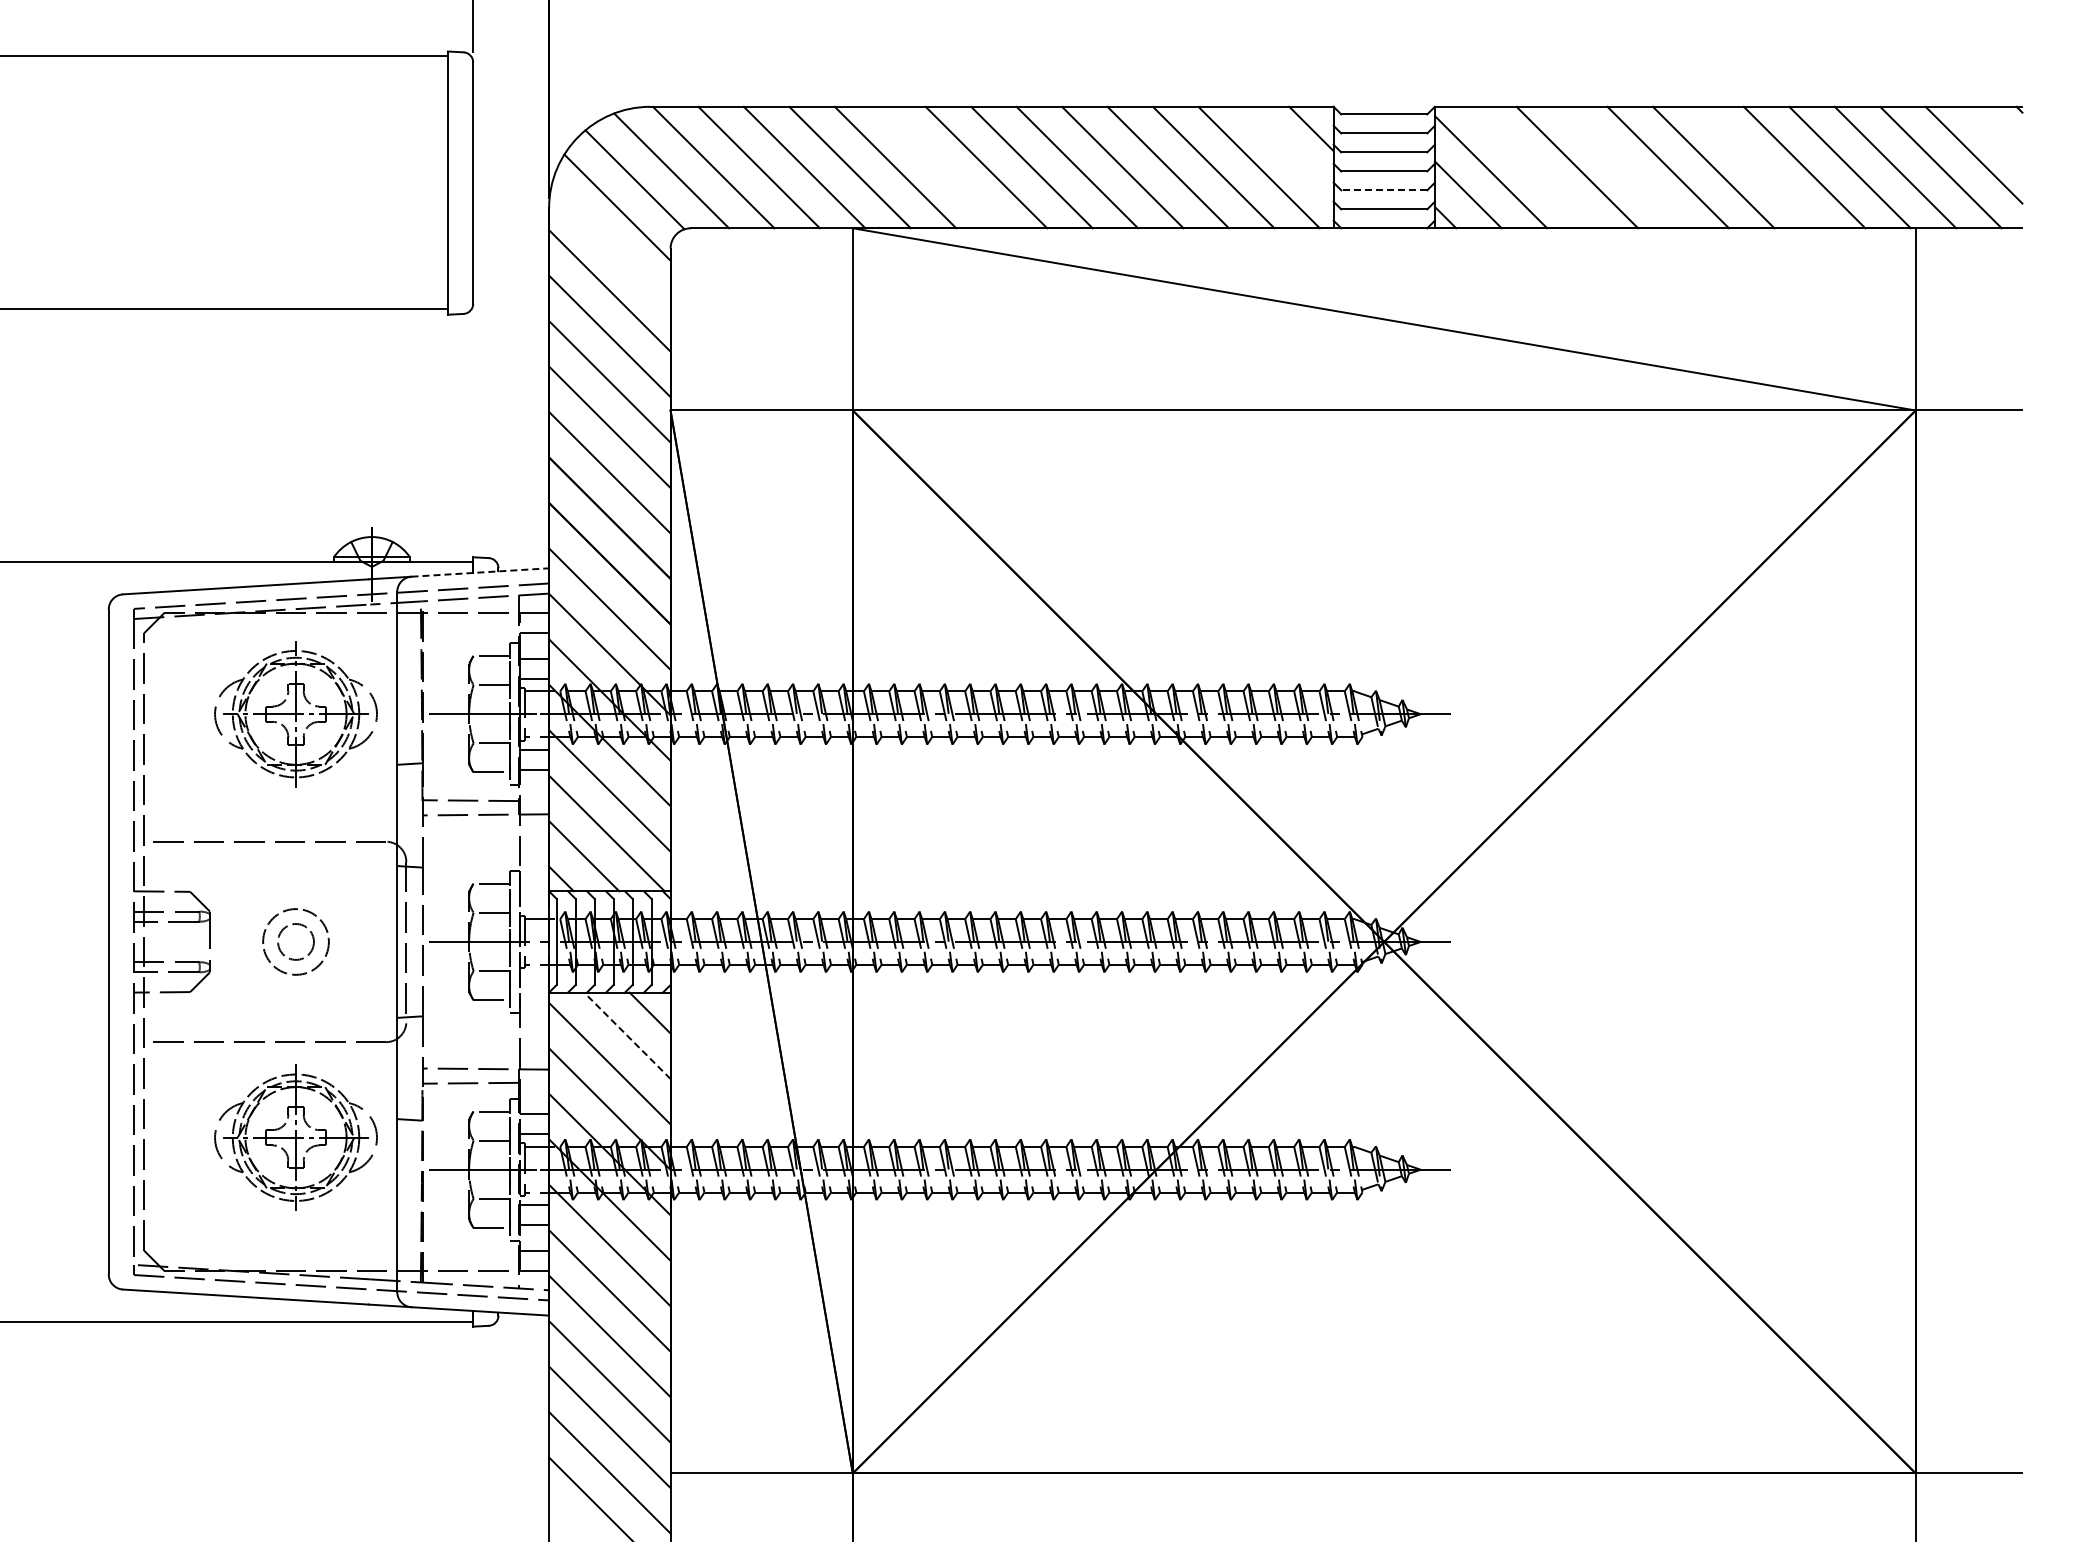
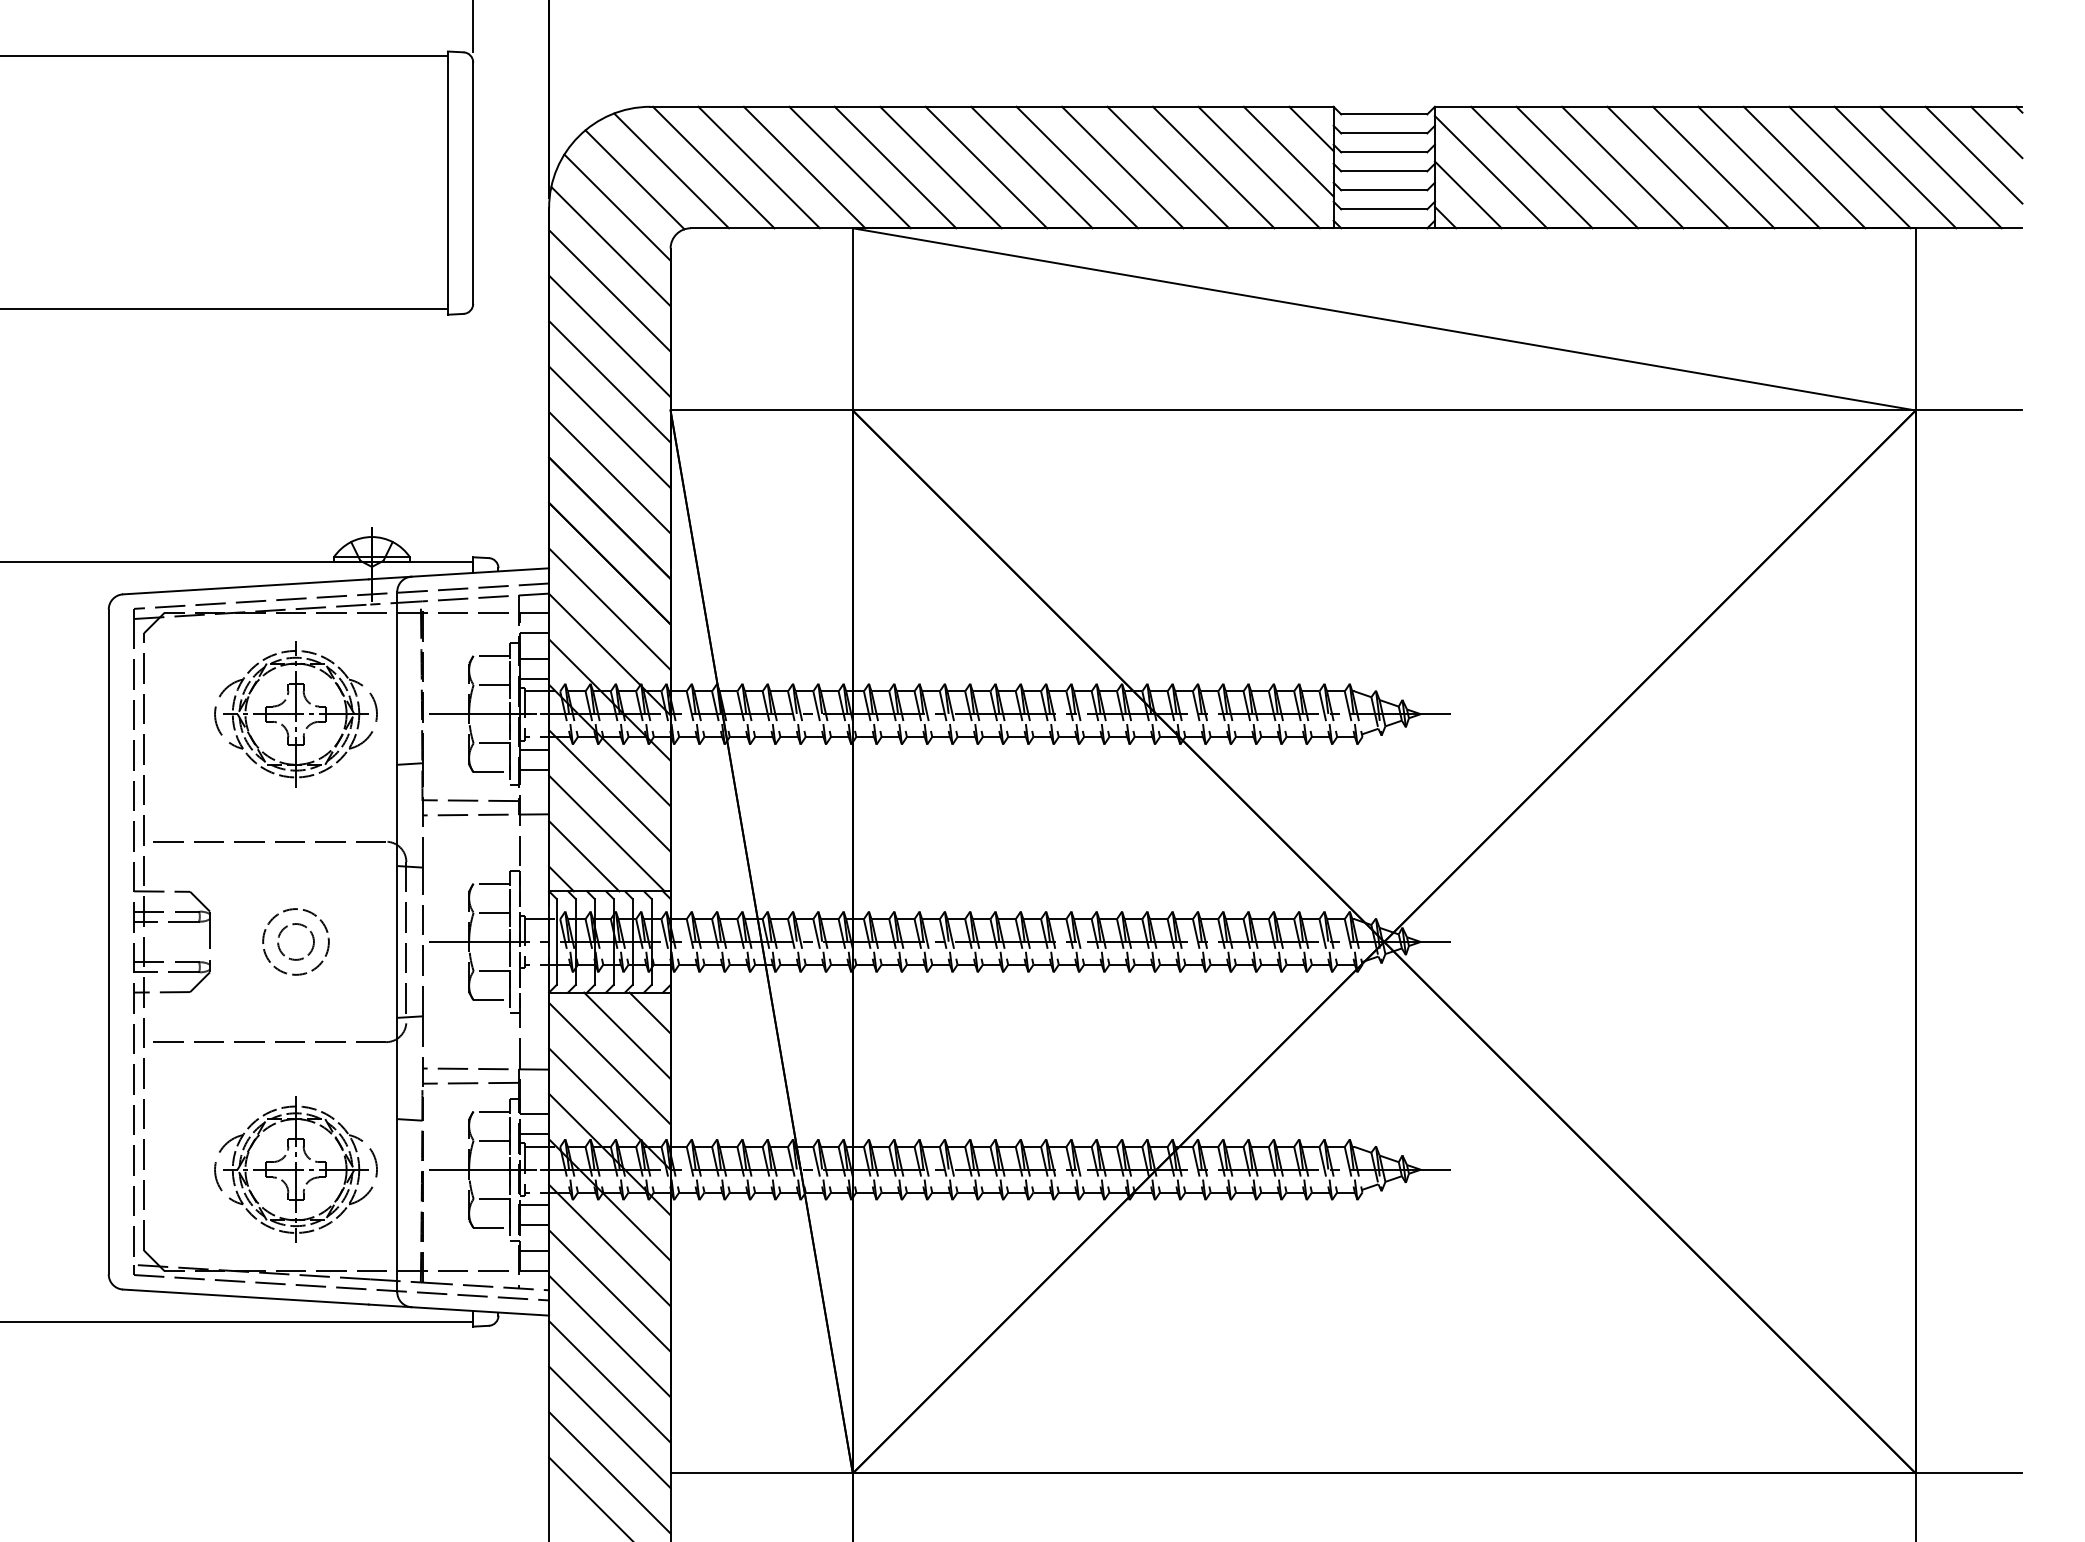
line at (1996, 132): none -> present
line at (1288, 151): none -> present
line at (940, 167): none -> present
line at (1531, 167): none -> present
line at (1622, 167): none -> present
line at (1758, 167): none -> present
line at (1383, 190): dashed -> solid
line at (610, 246): none -> present
line at (480, 572): dashed -> solid
line at (627, 1035): dashed -> solid
part at (295, 1137) position: (295, 1137) -> (295, 1169)
